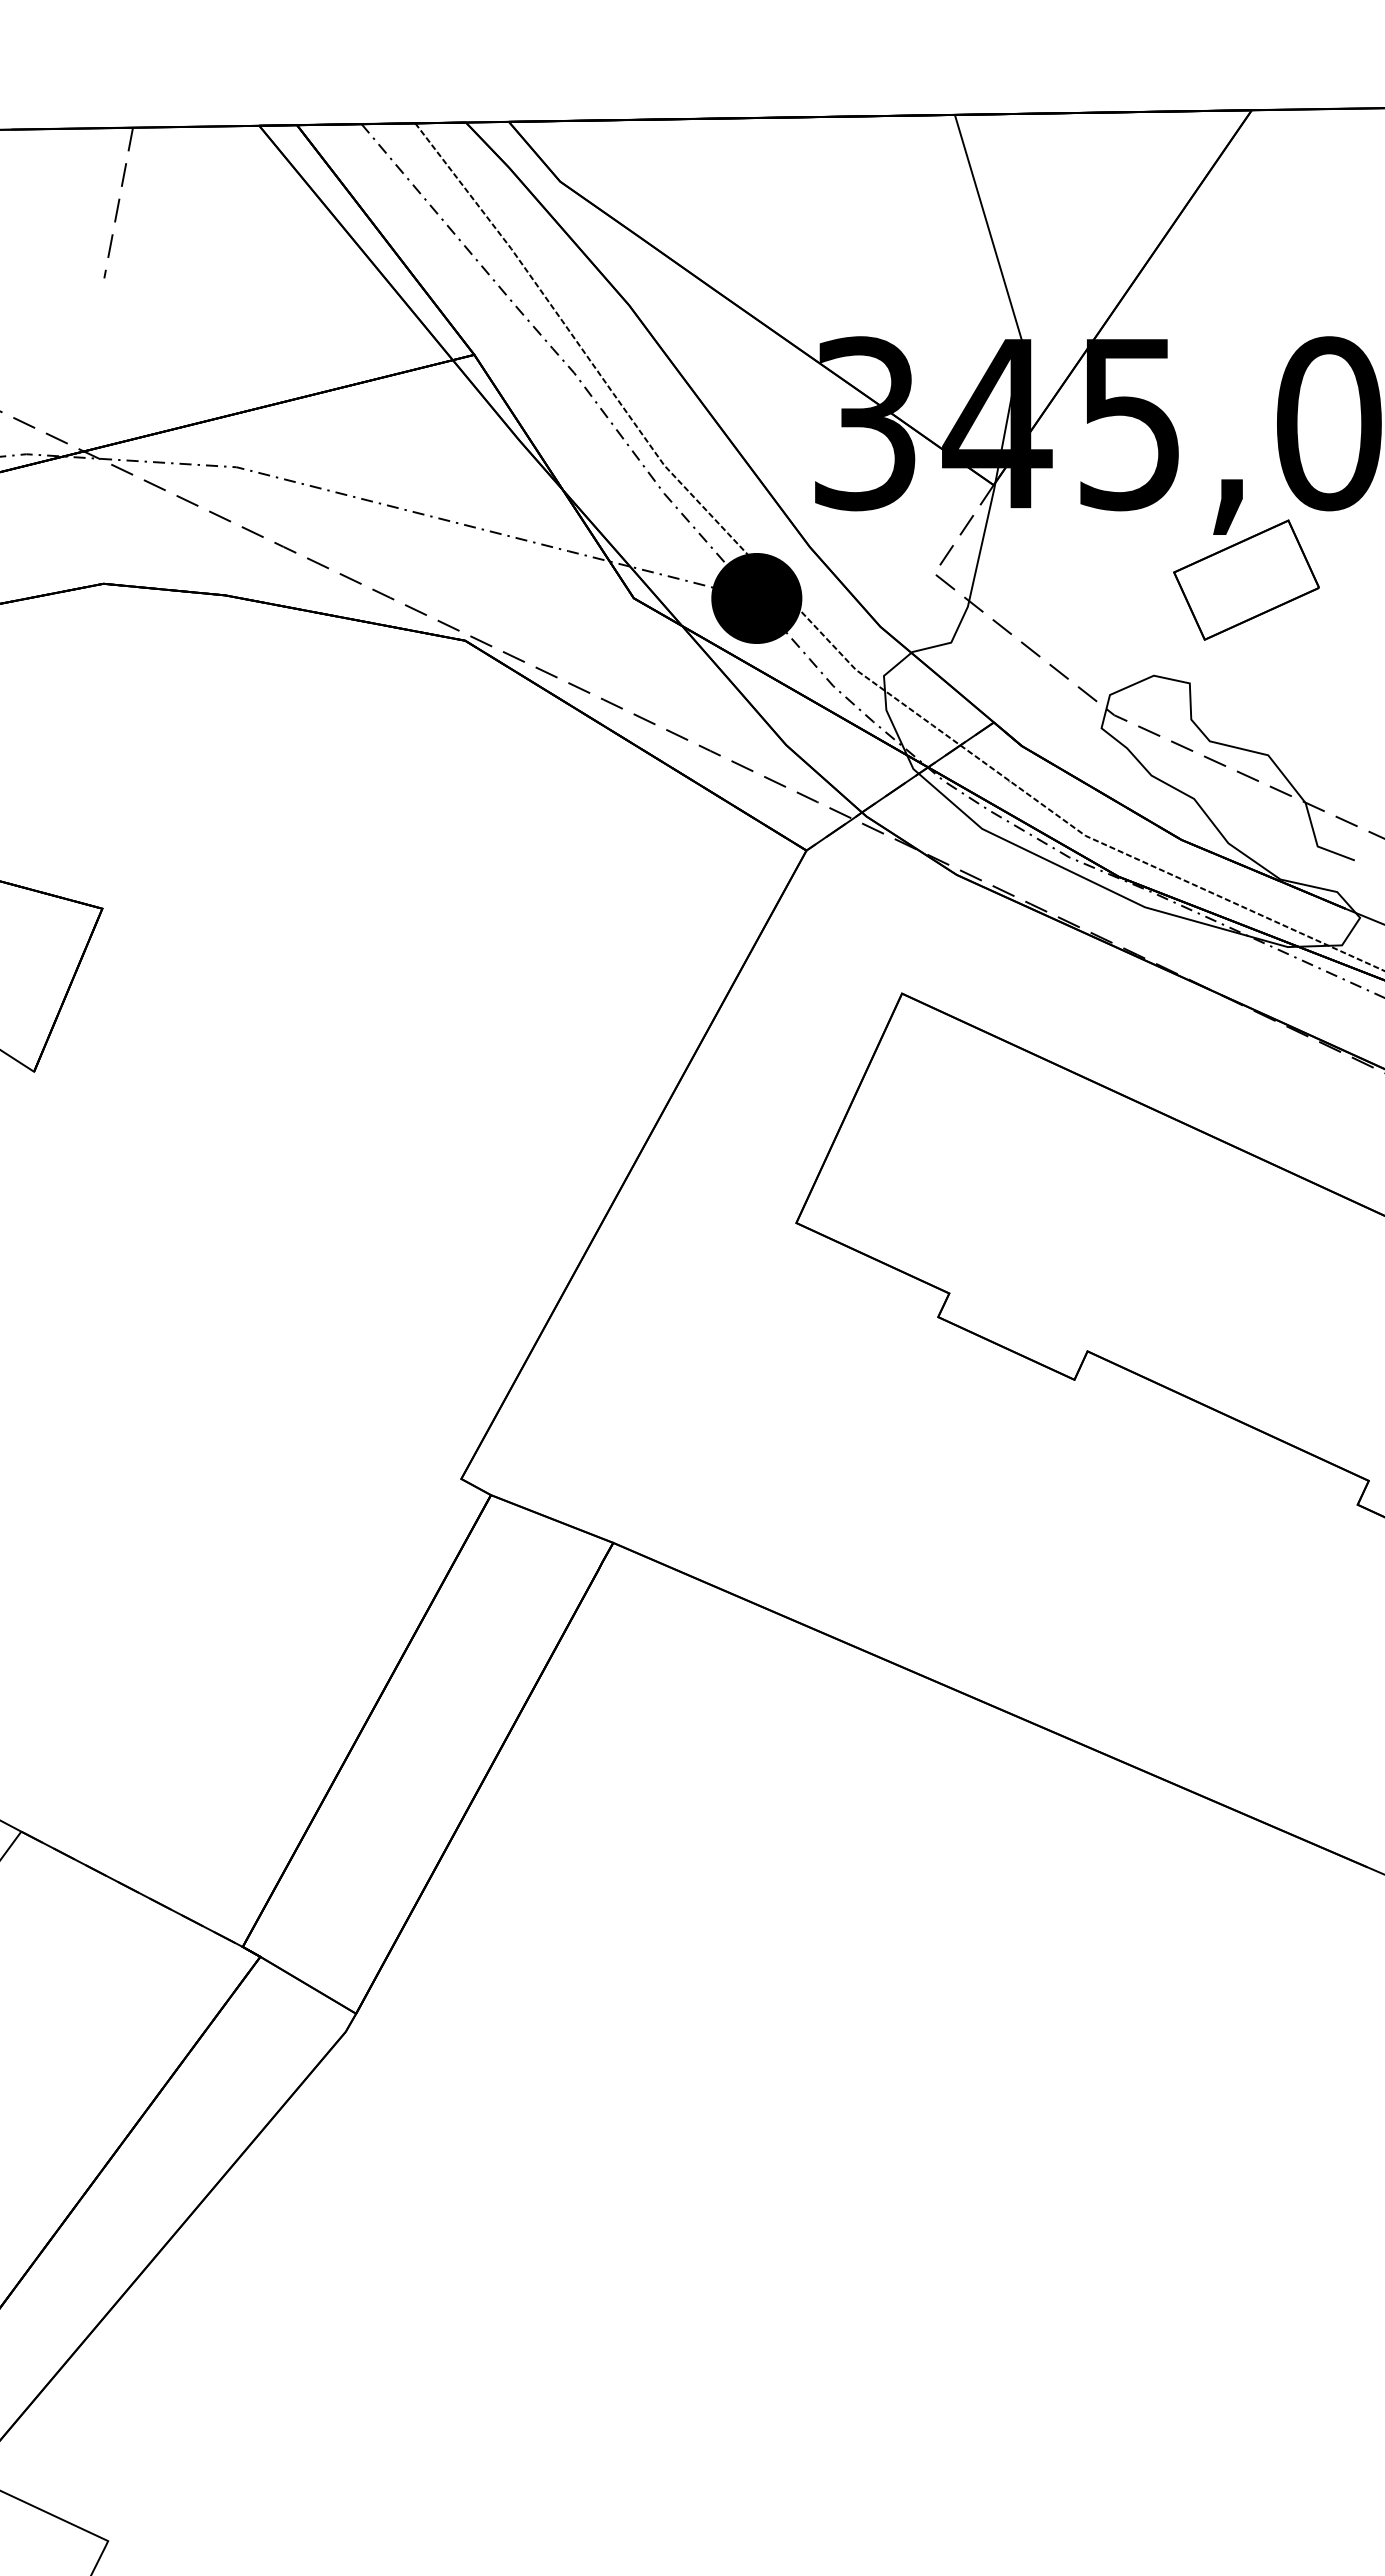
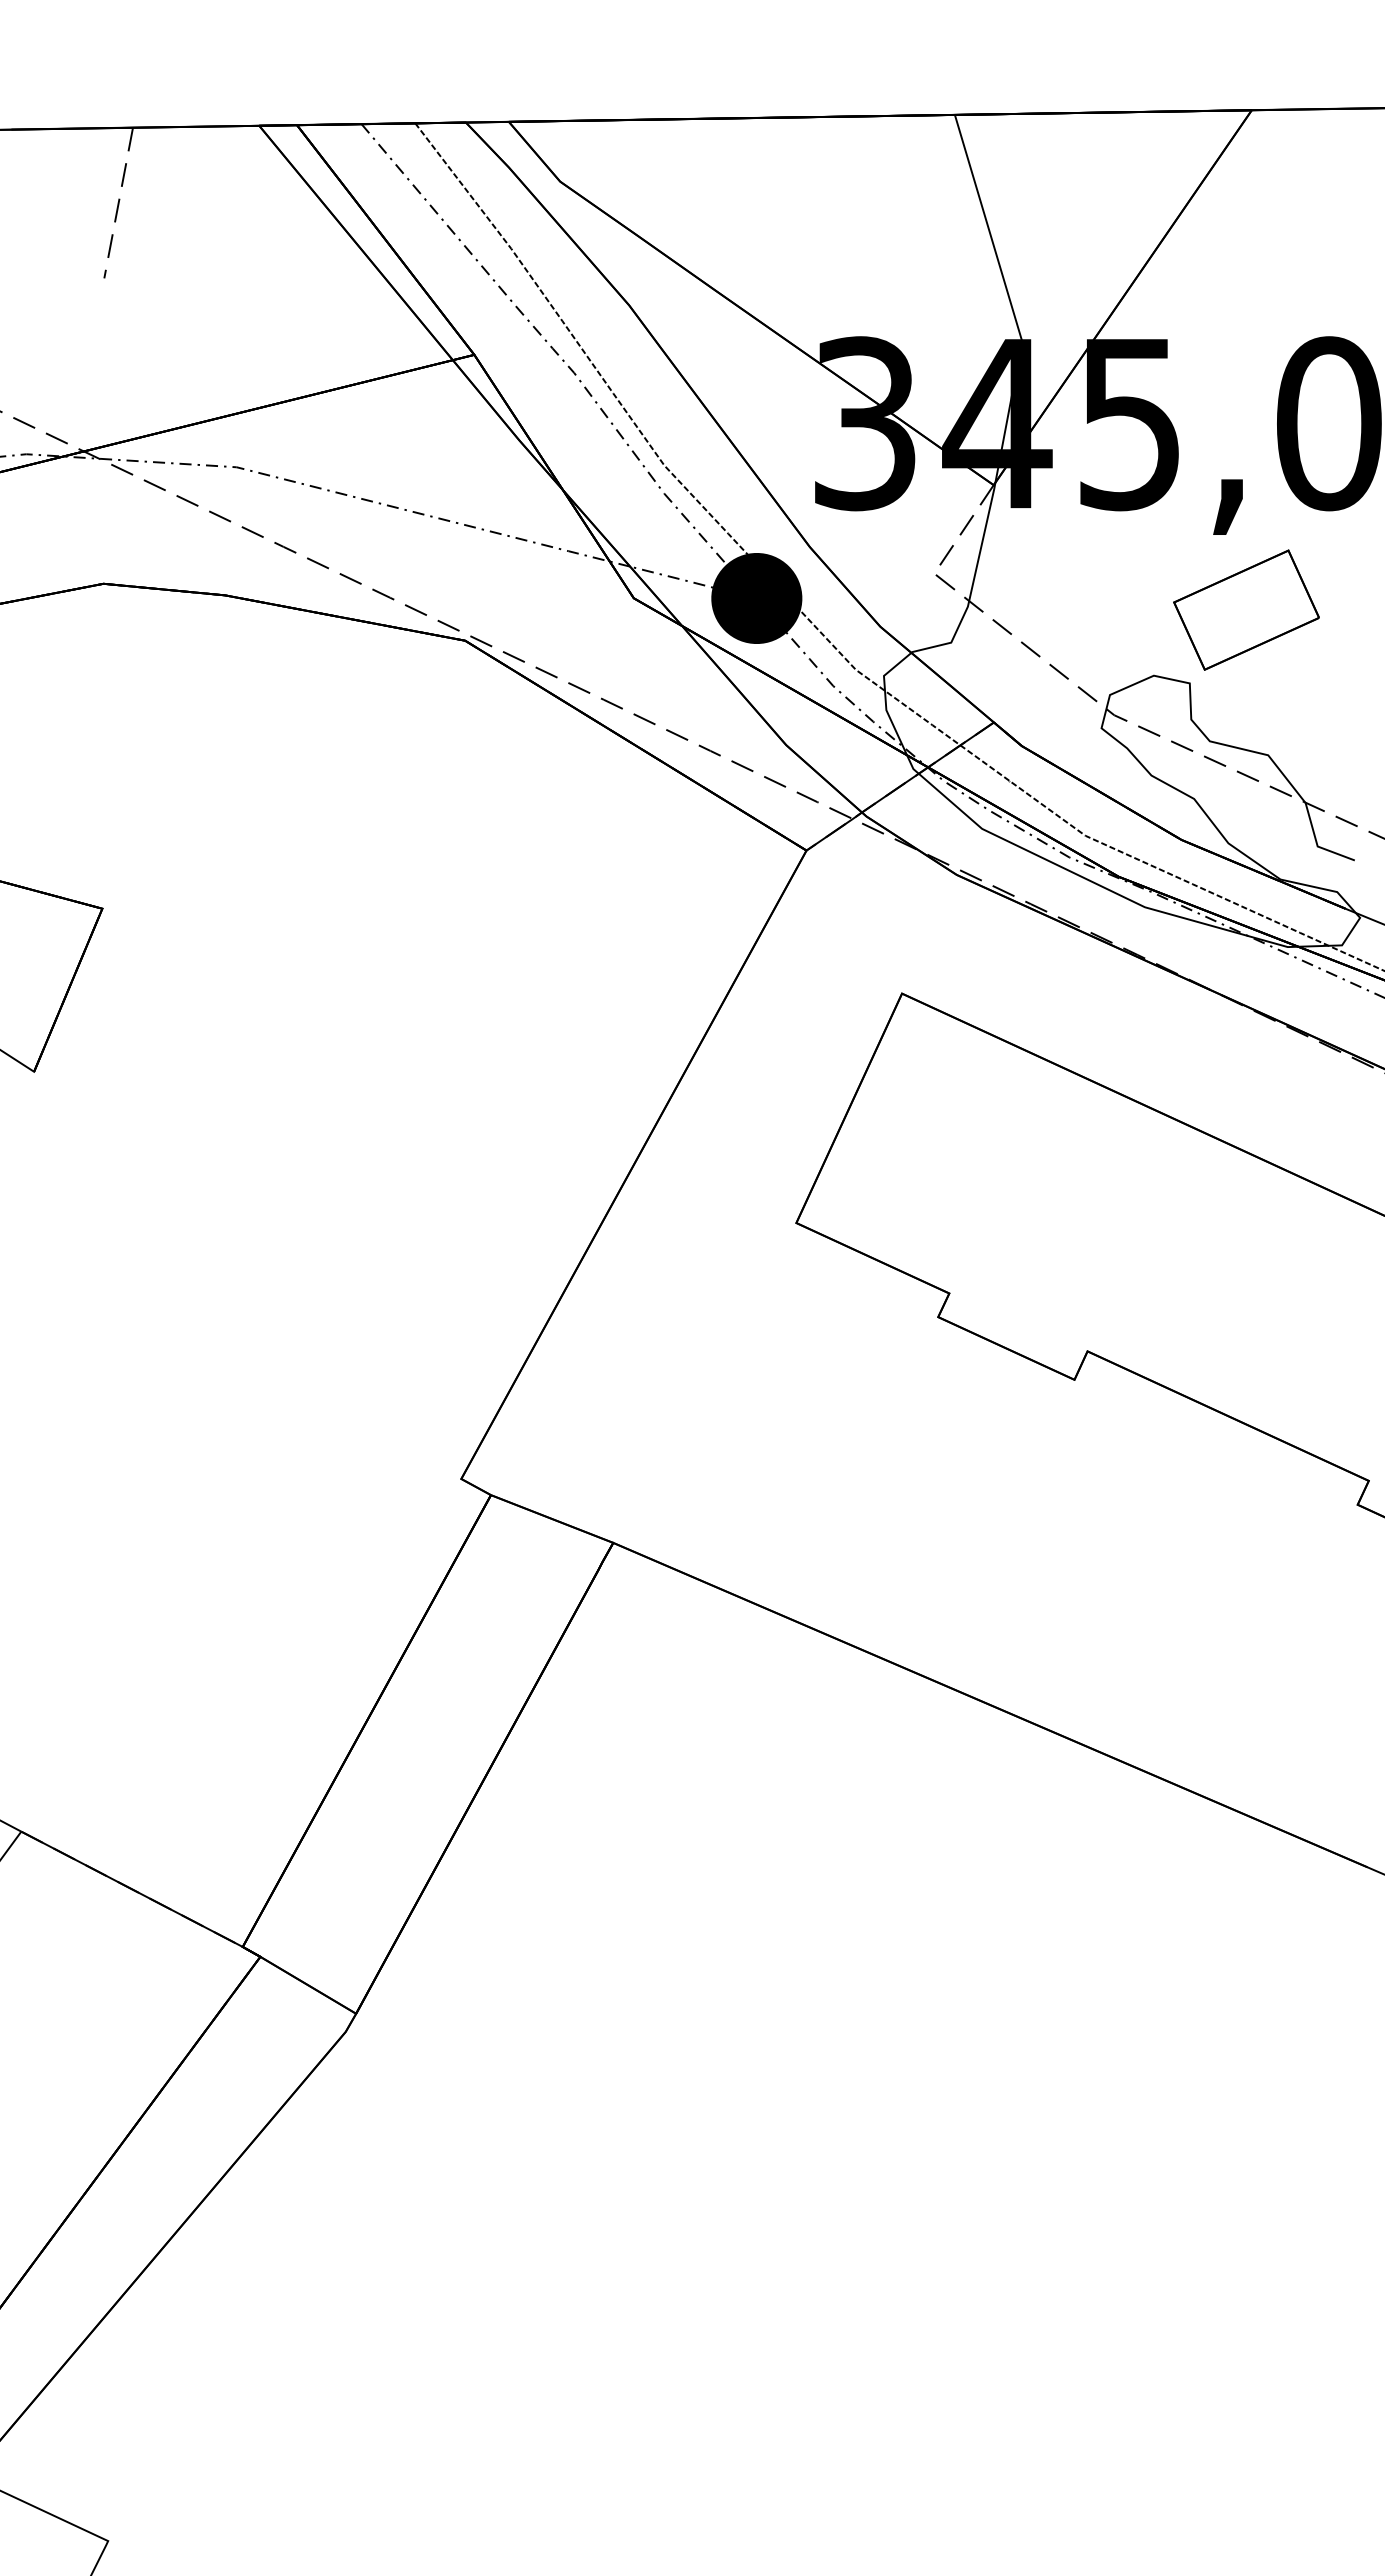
part at (1246, 579) position: (1246, 579) -> (1246, 609)
